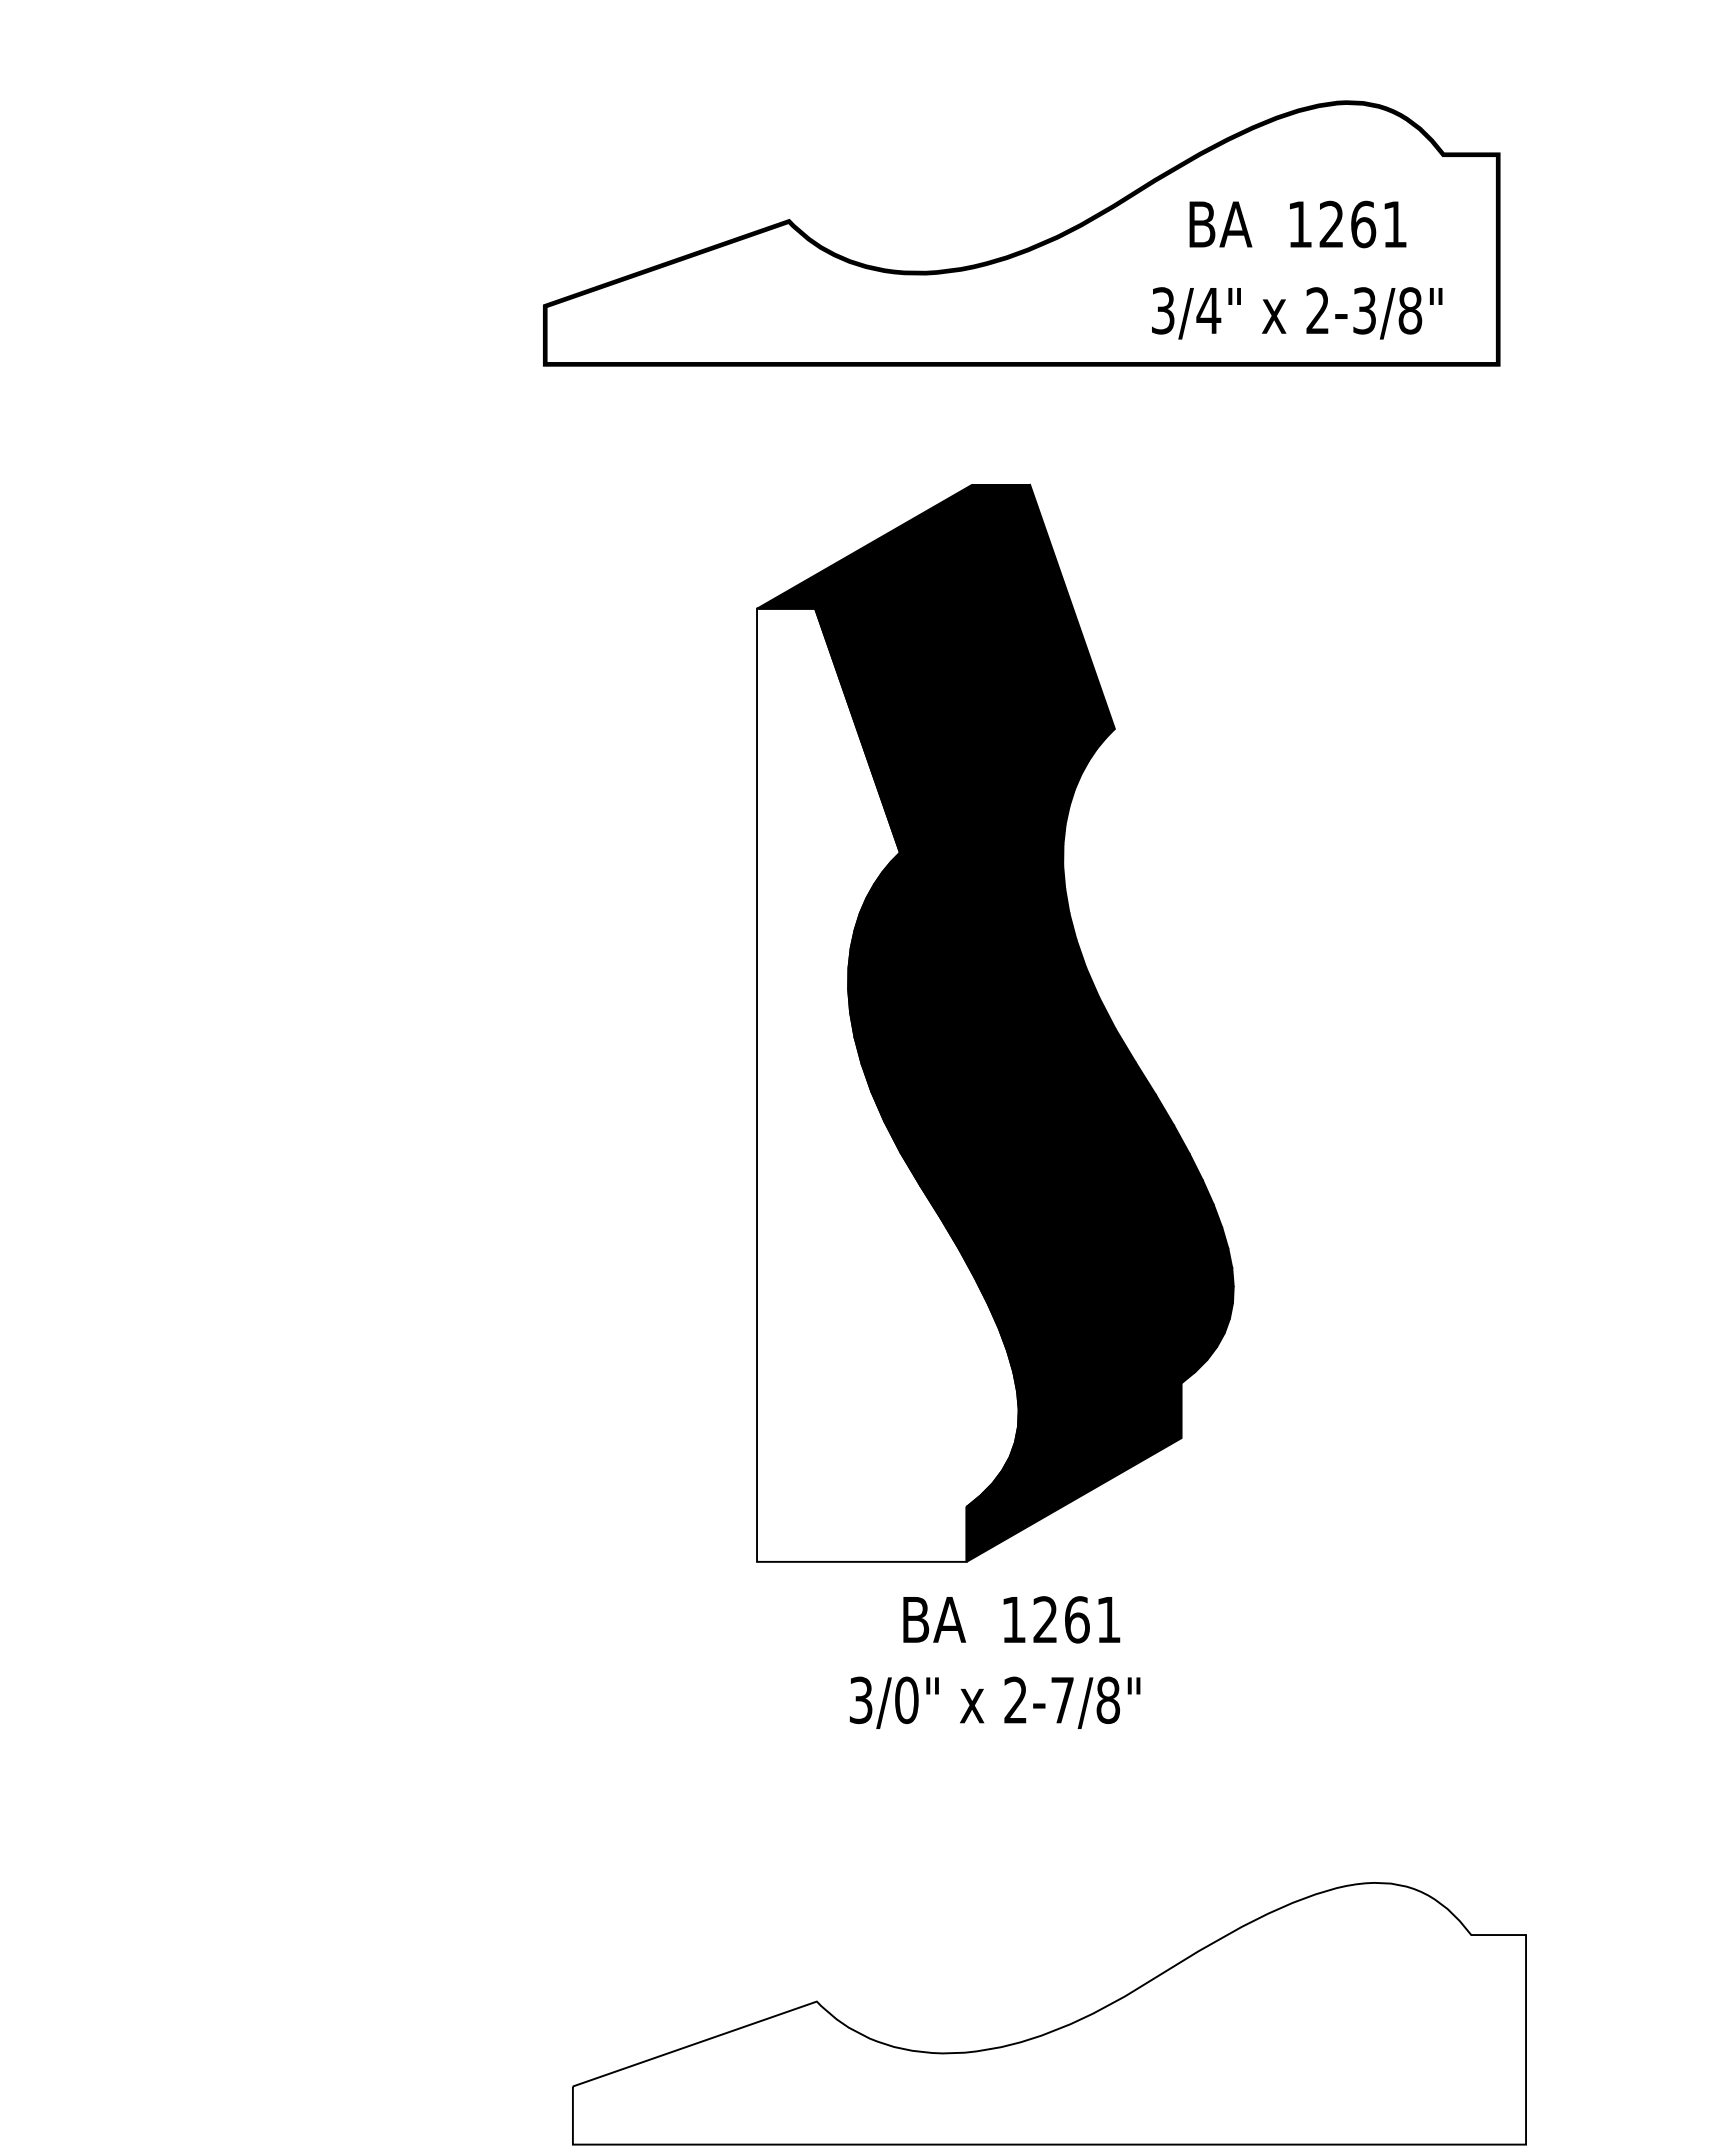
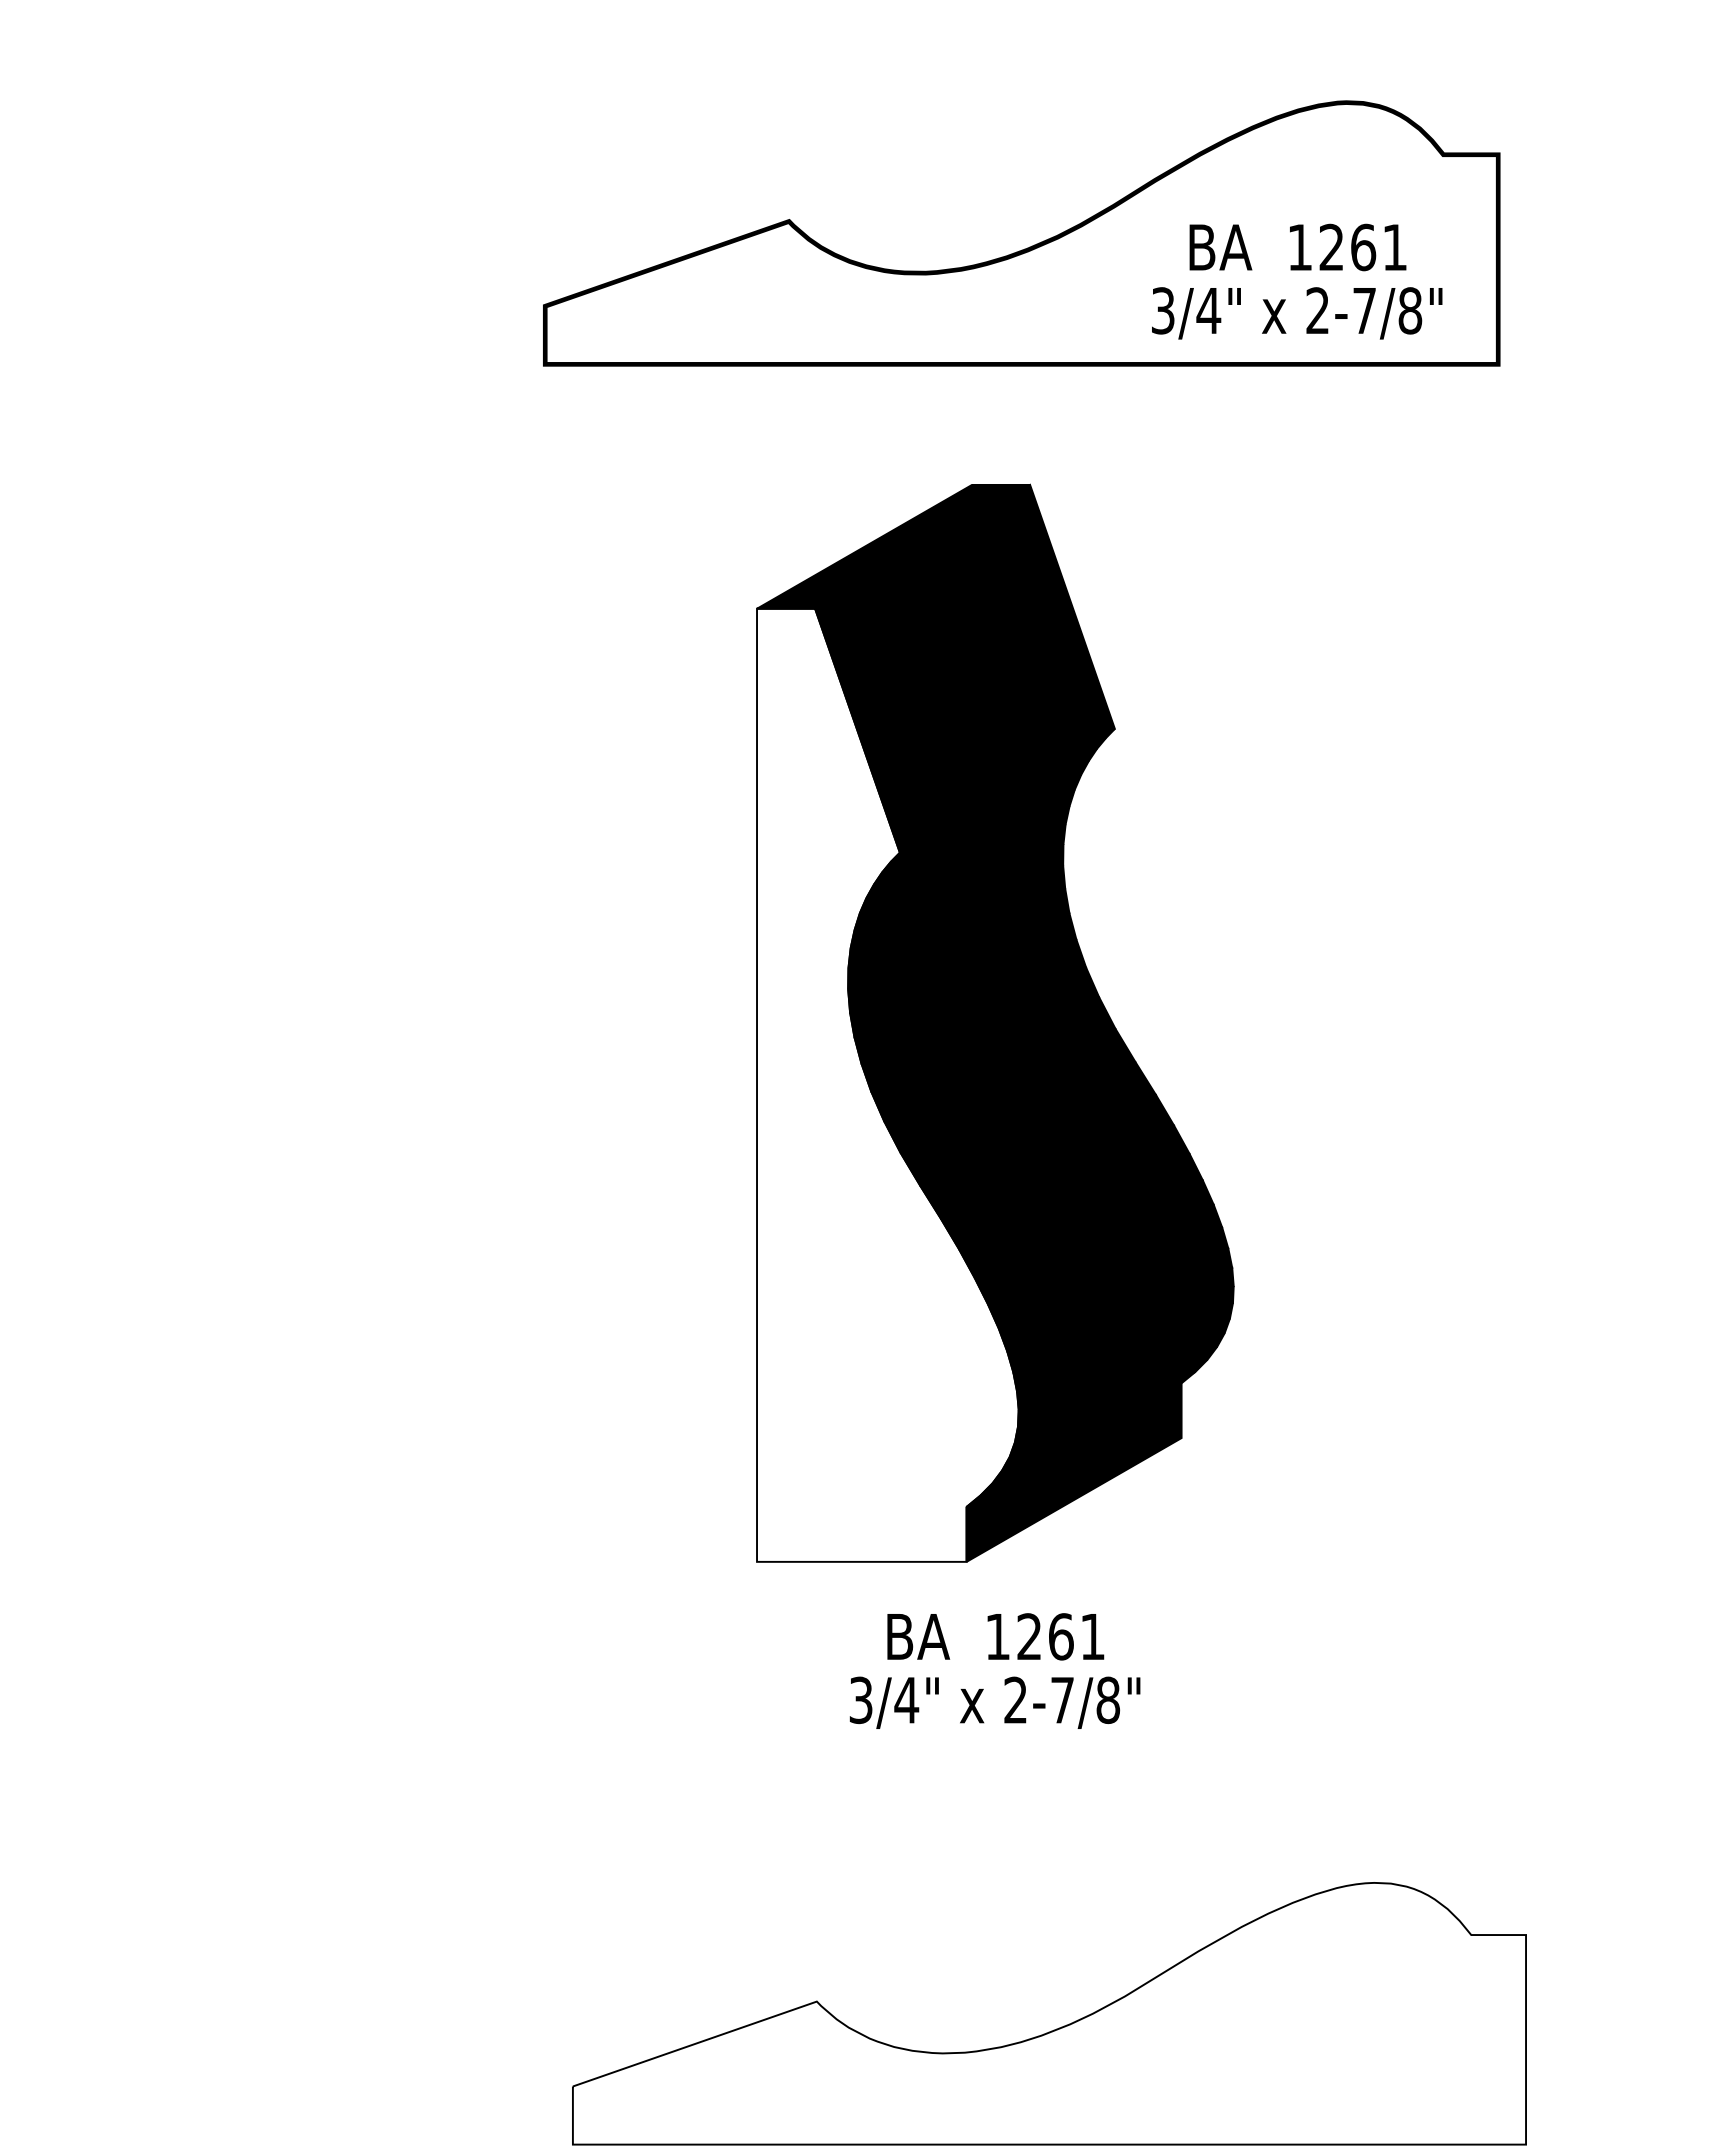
text at (1297, 224) position: (1297, 224) -> (1297, 247)
text at (1364, 310): 2-3/8" -> 2-7/8"
text at (1011, 1619) position: (1011, 1619) -> (995, 1636)
text at (906, 1700): 3/0" -> 3/4"
